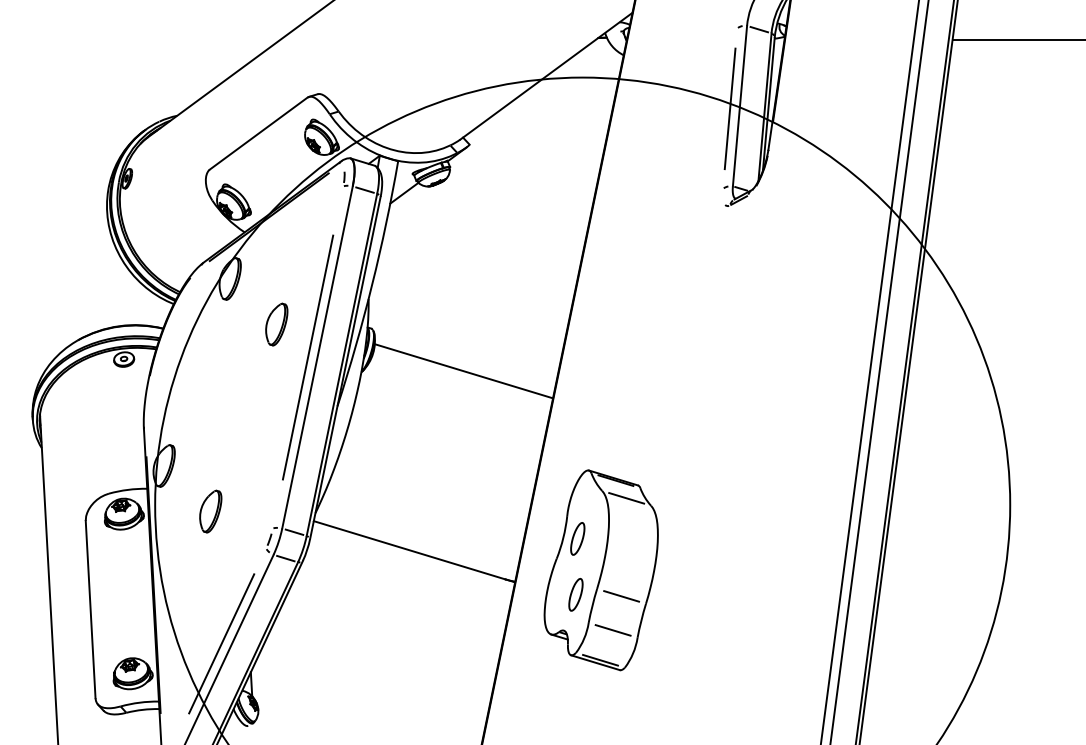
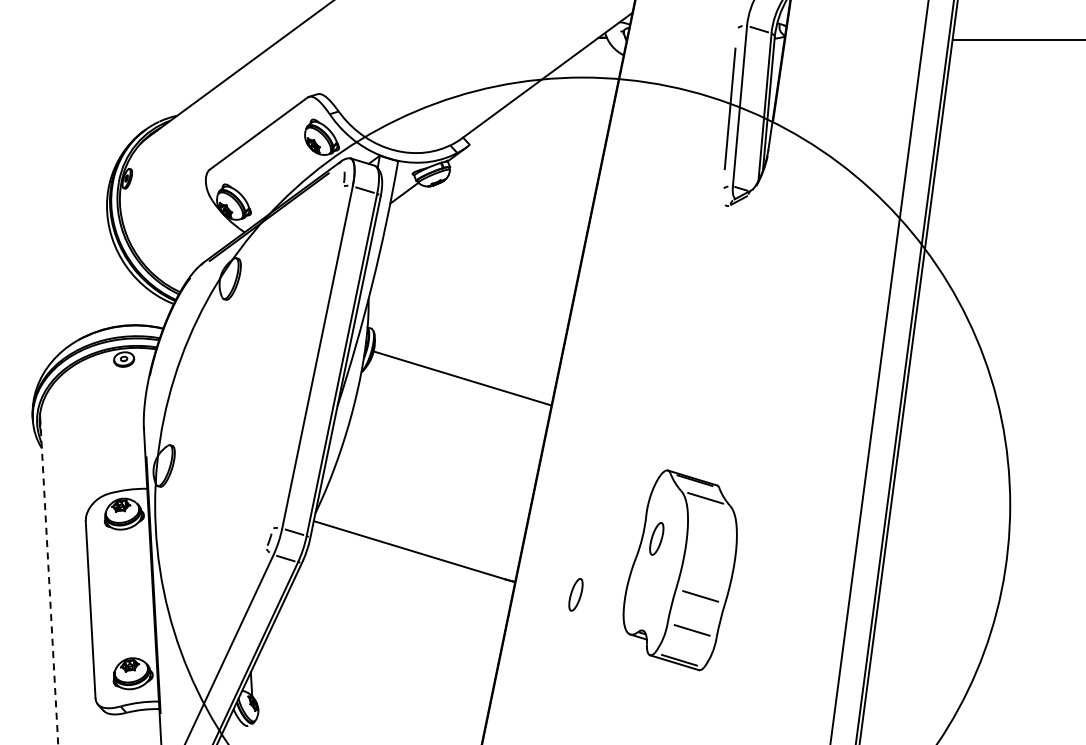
part at (276, 324): present -> none
line at (307, 357): present -> none
line at (463, 371) position: (463, 371) -> (461, 378)
line at (869, 371): present -> none
part at (210, 511): present -> none
part at (600, 570) position: (600, 570) -> (679, 570)
line at (49, 580): solid -> dashed
line at (221, 643): present -> none
